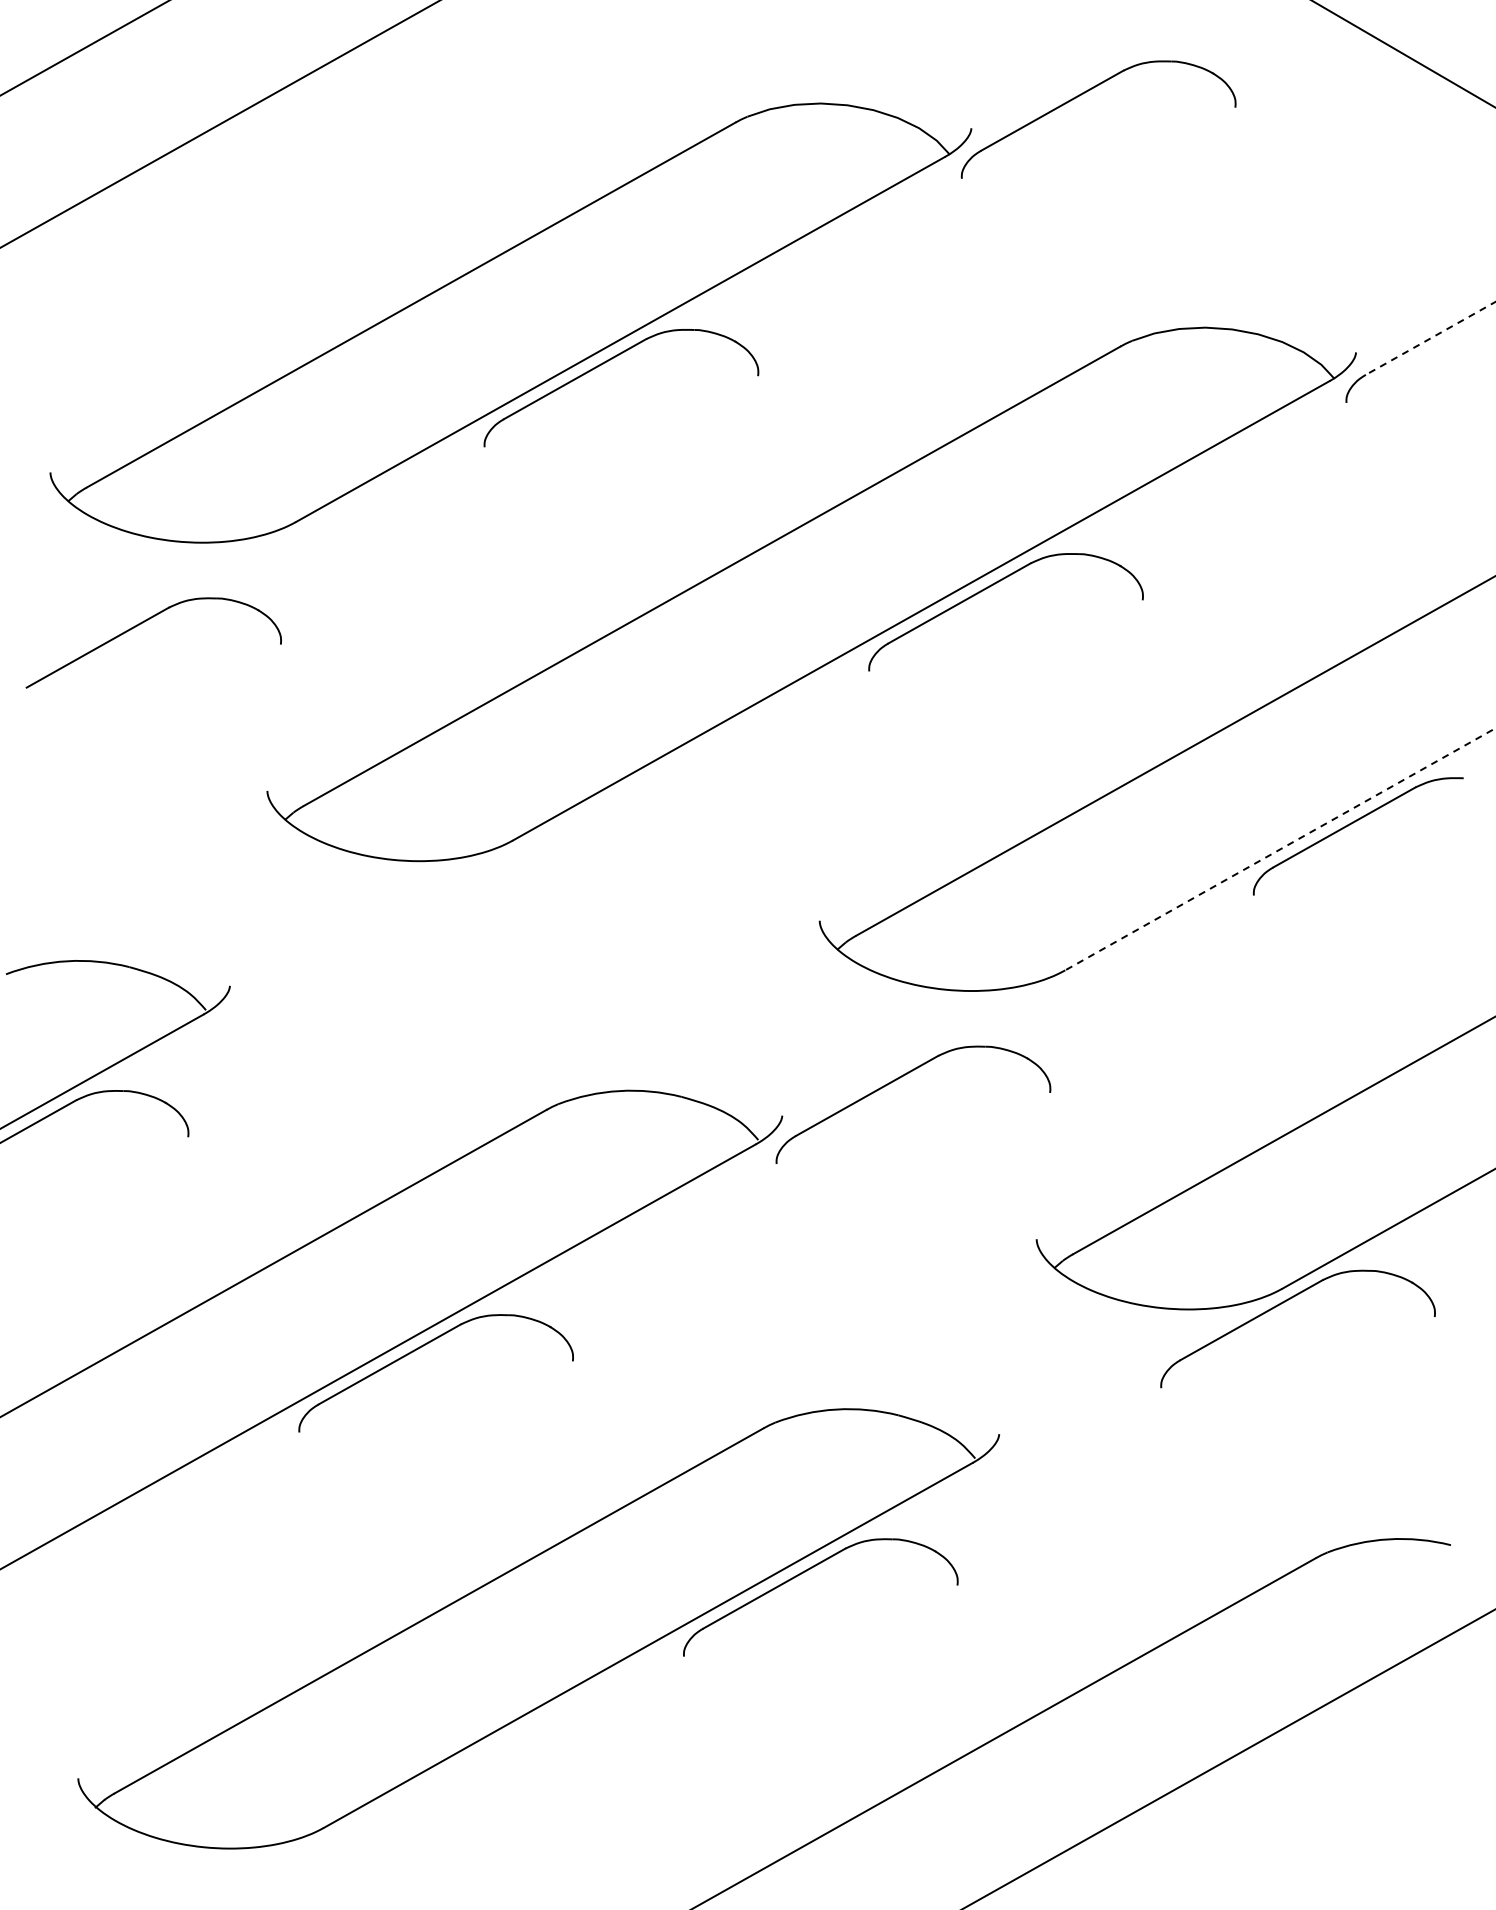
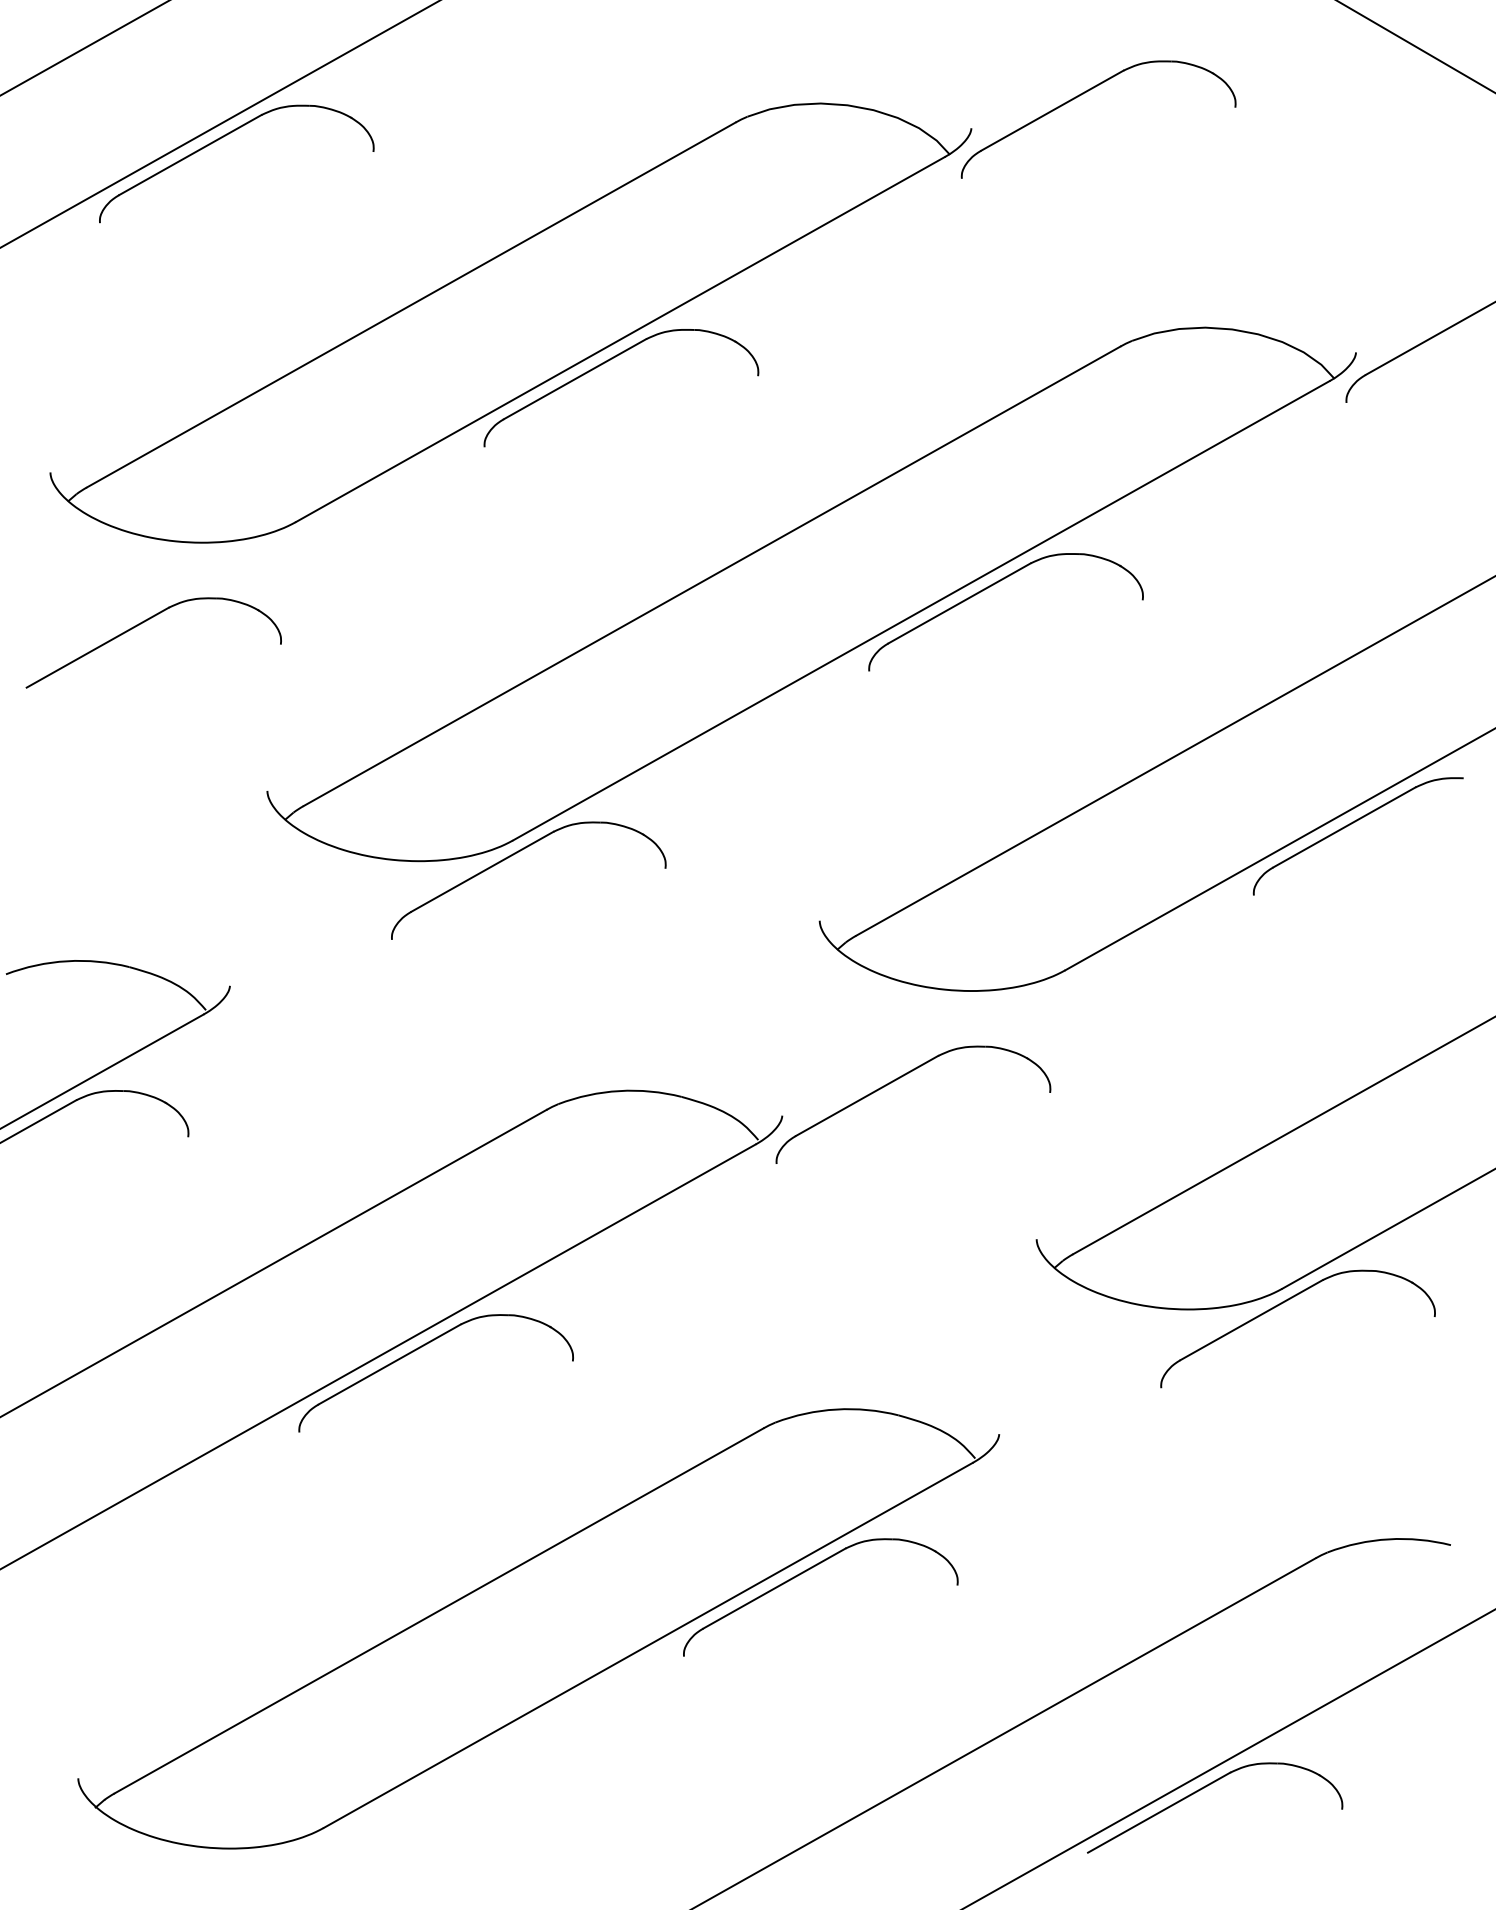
line at (1403, 53) position: (1403, 53) -> (1415, 46)
part at (222, 138): none -> present
line at (1430, 338): dashed -> solid
line at (1280, 849): dashed -> solid
part at (515, 854): none -> present
part at (1206, 1787): none -> present
